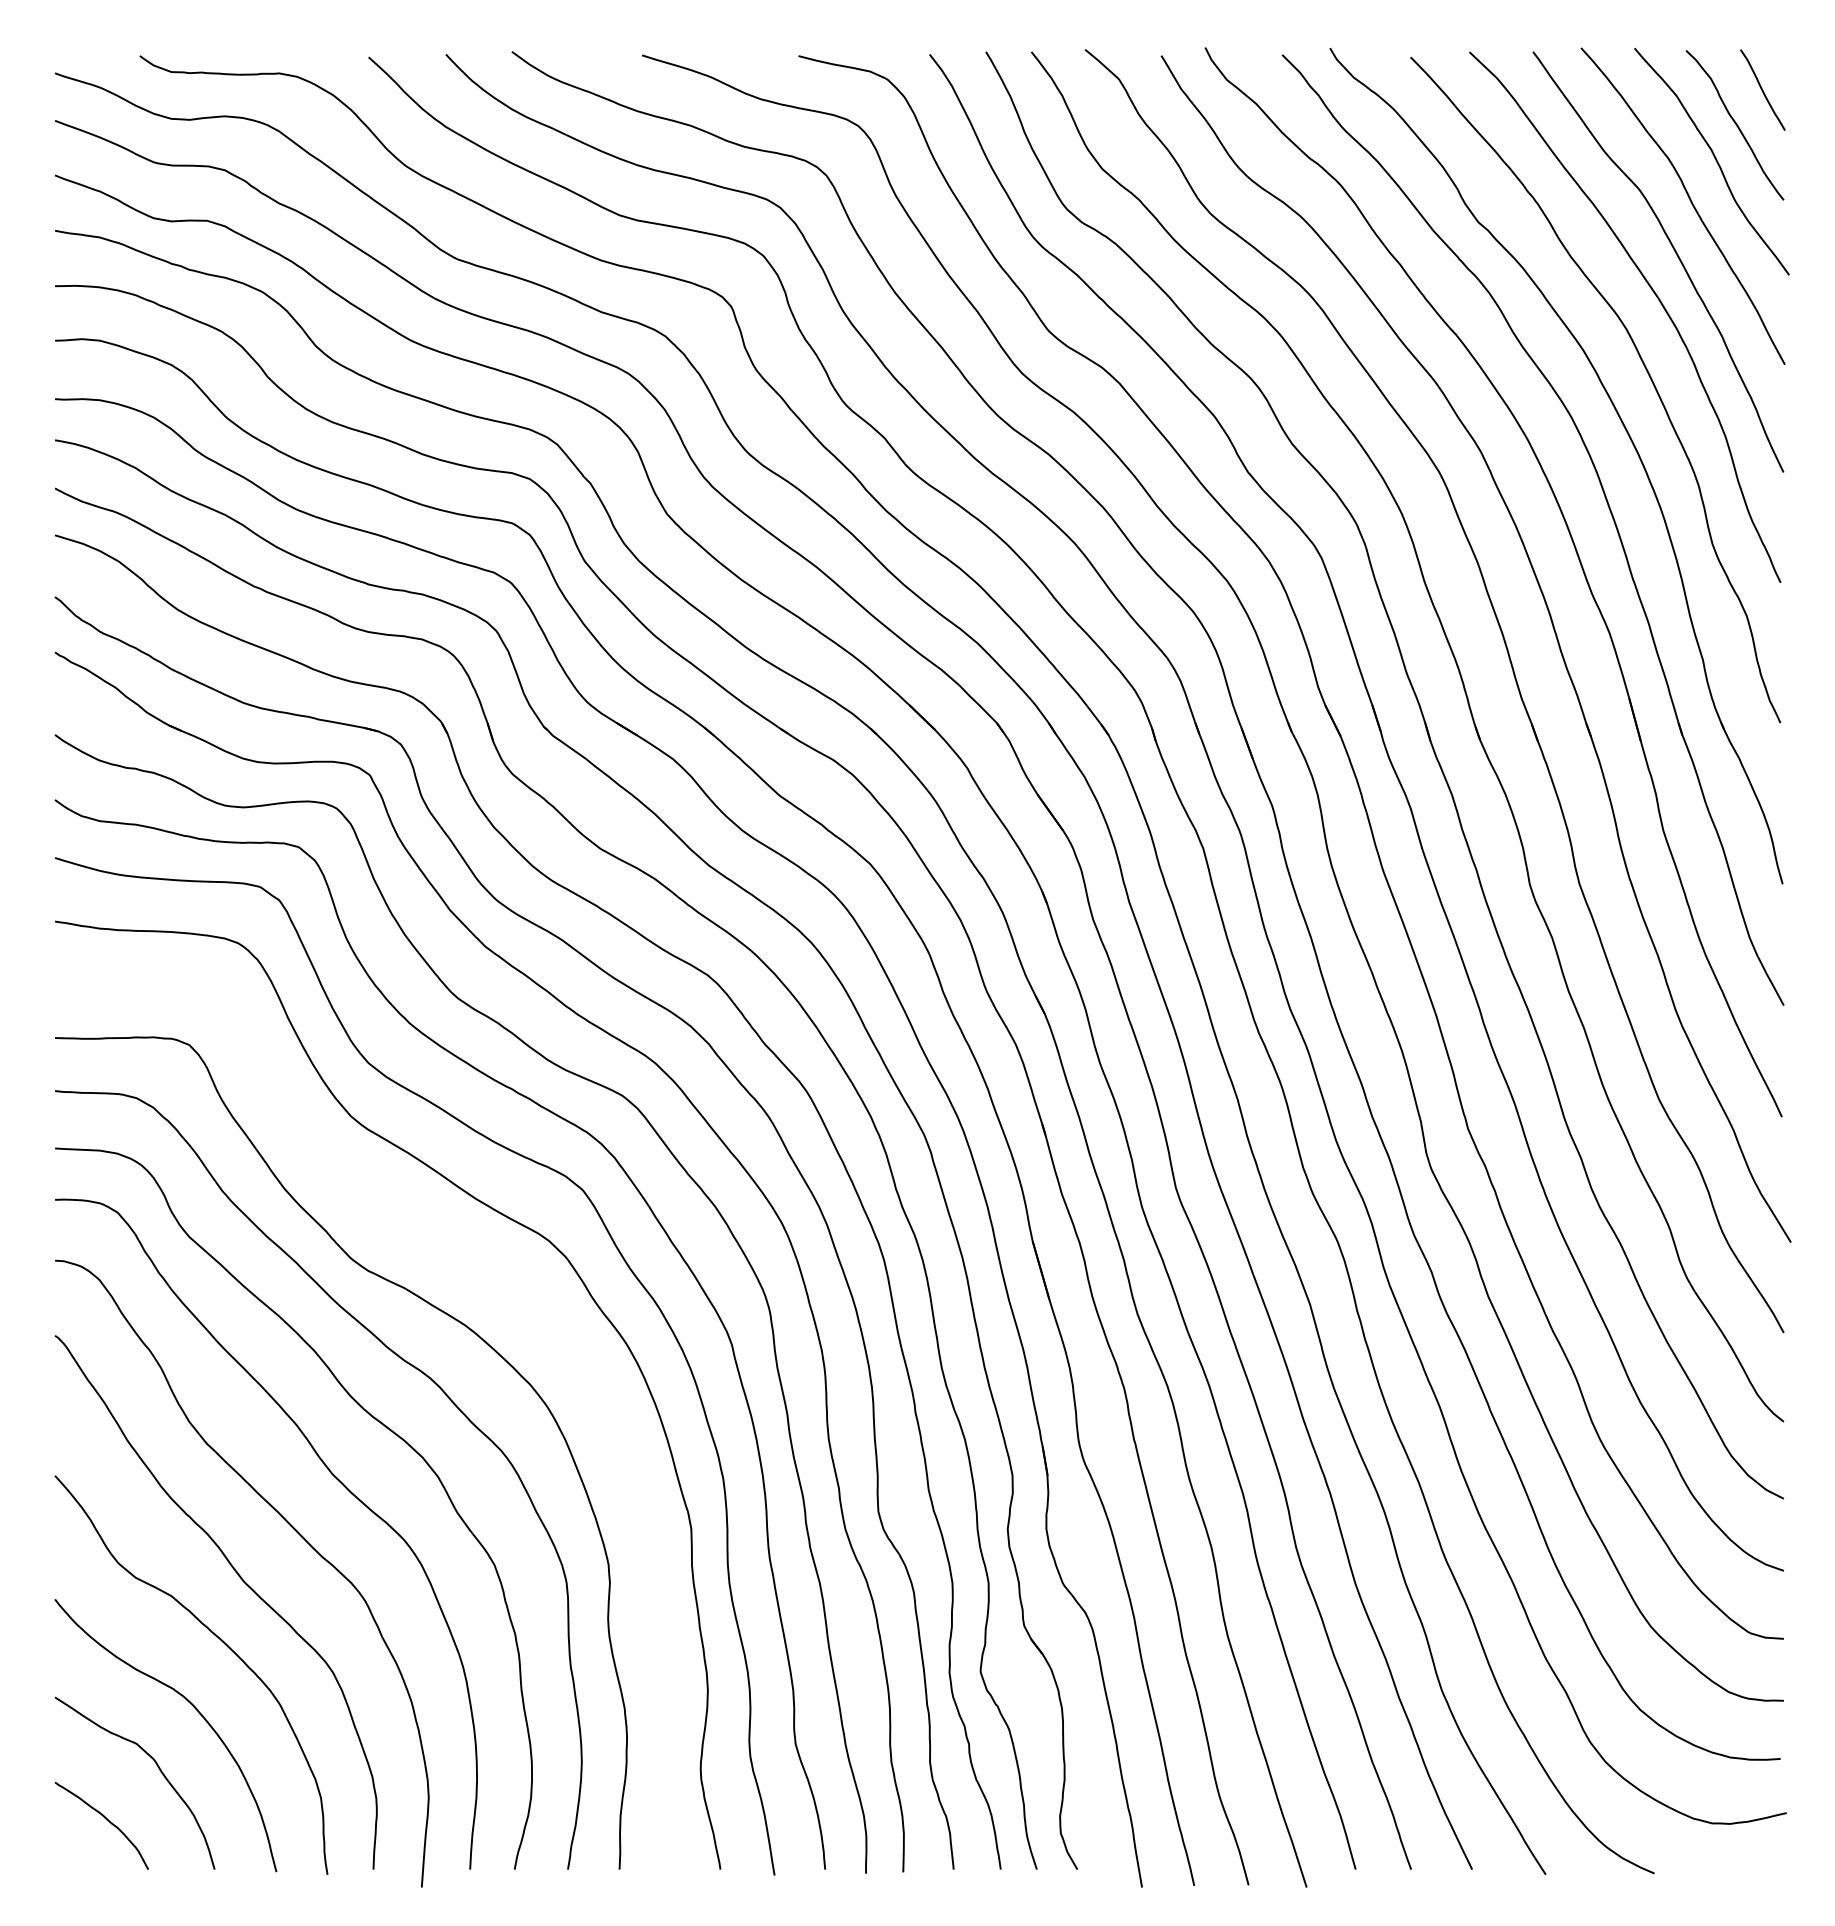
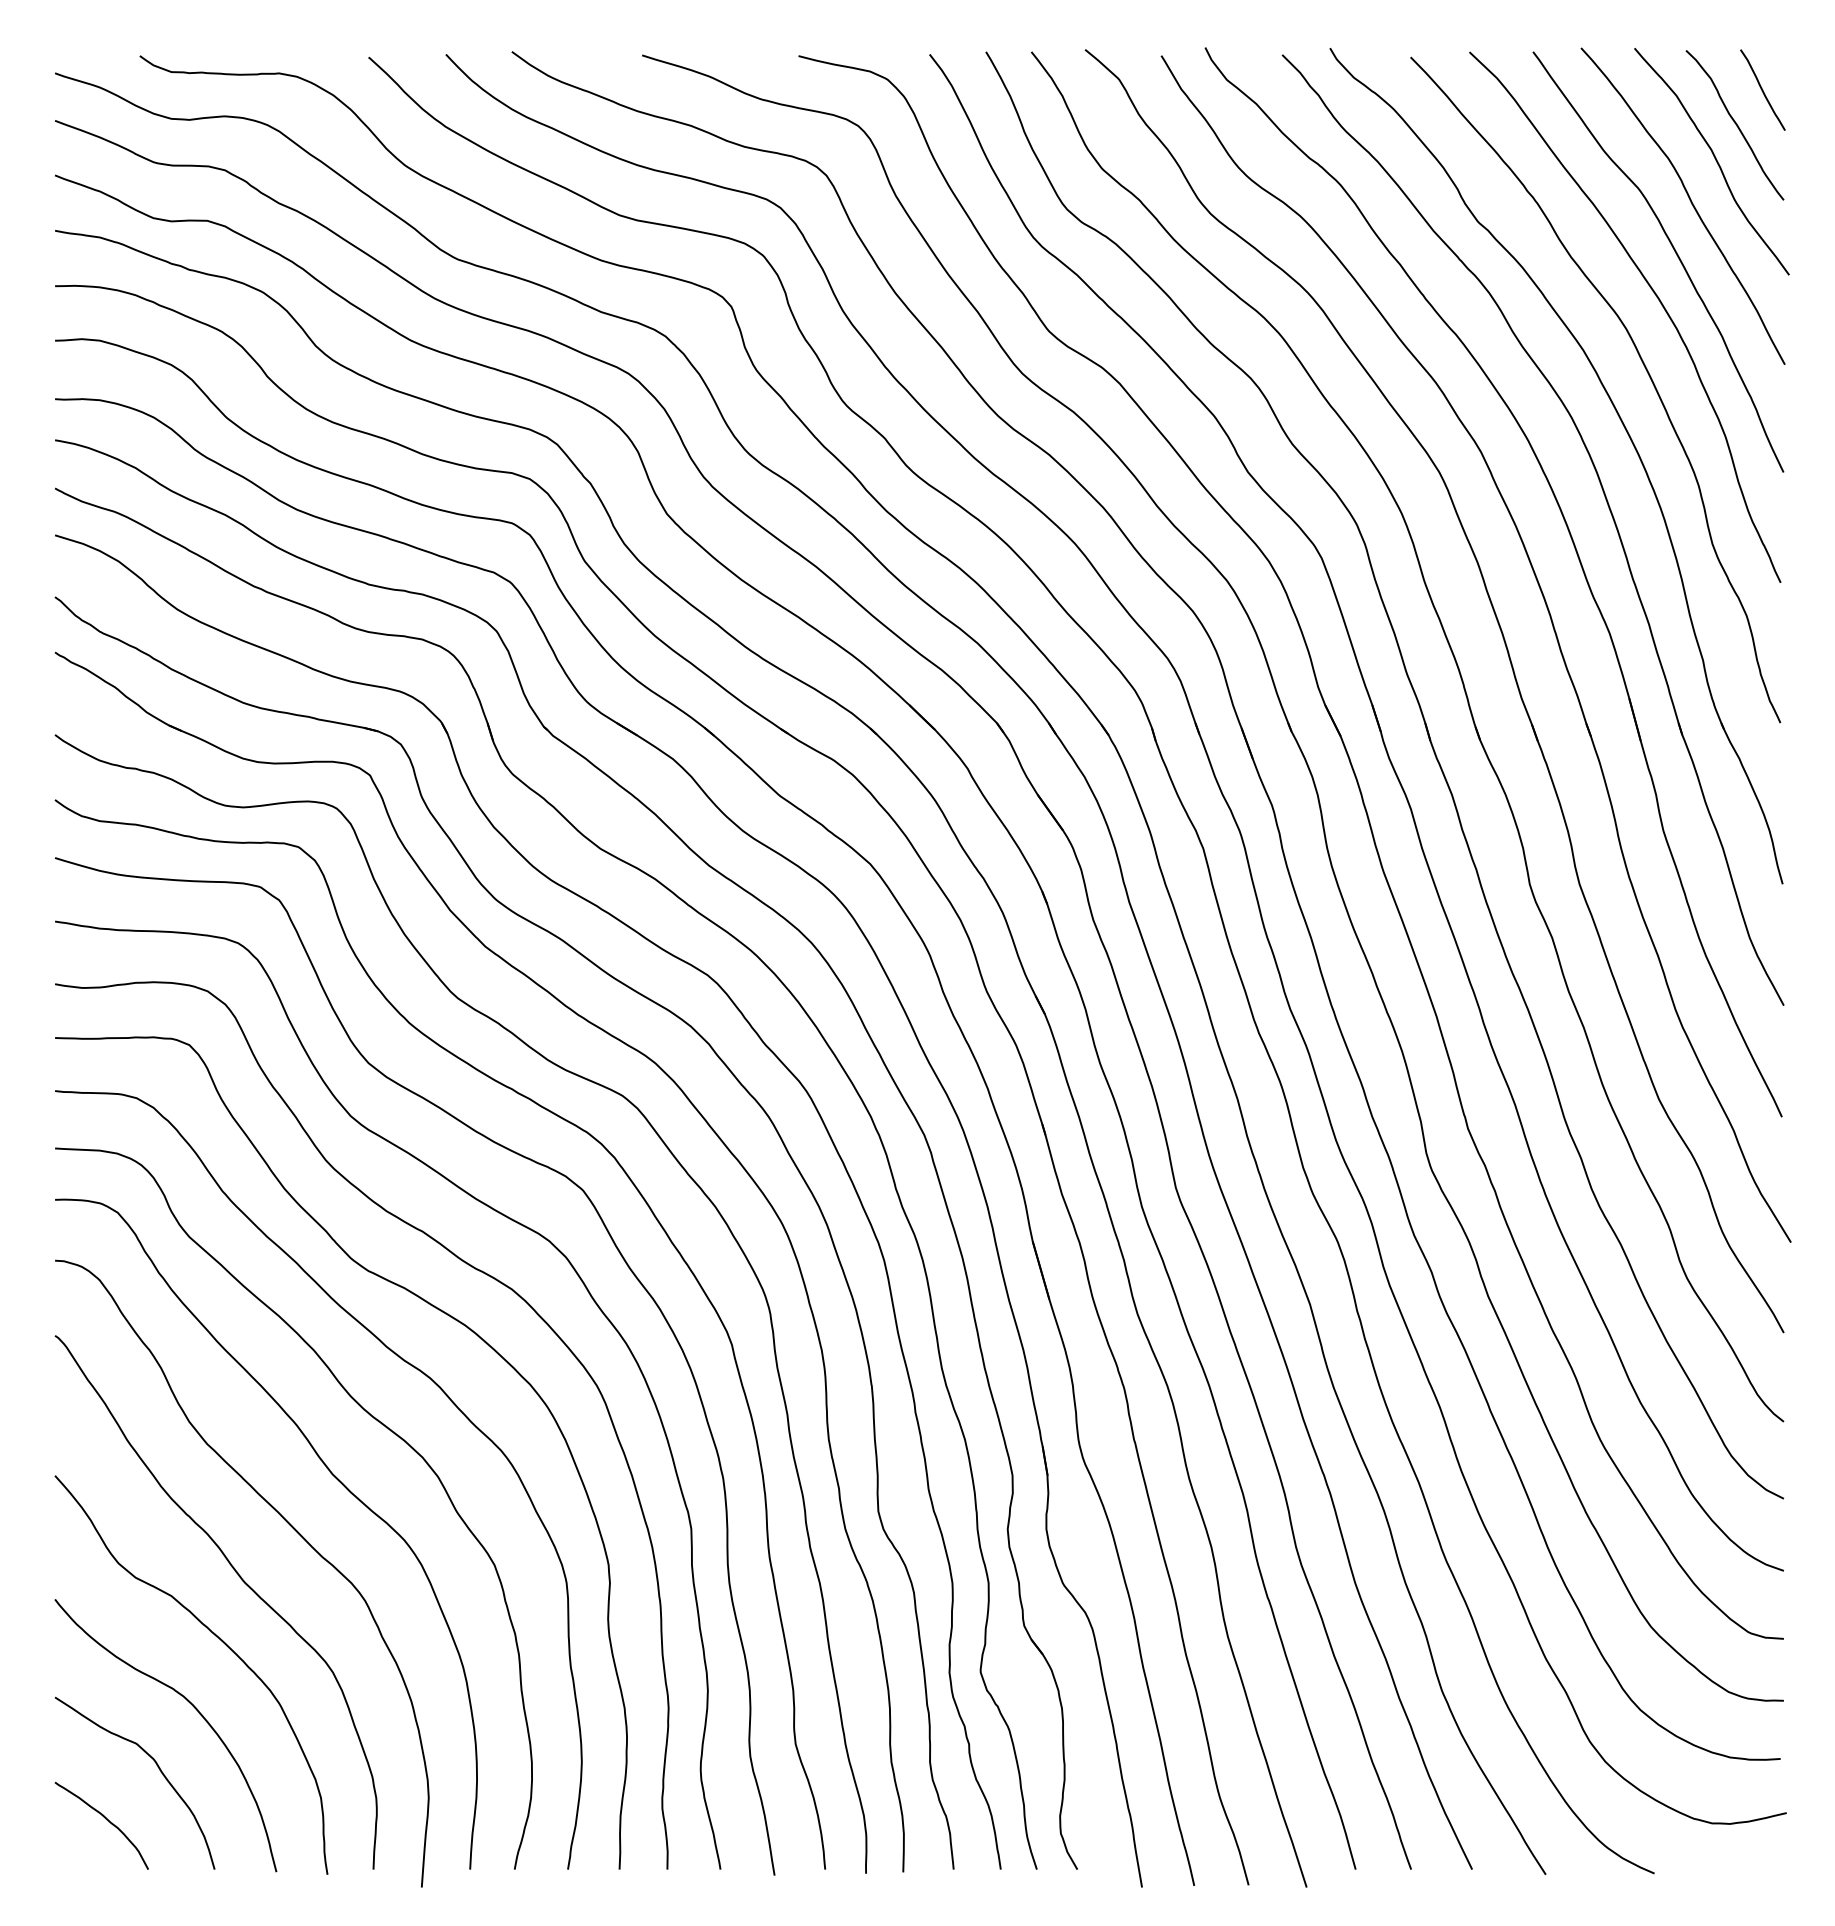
curve at (466, 1264): none -> present
